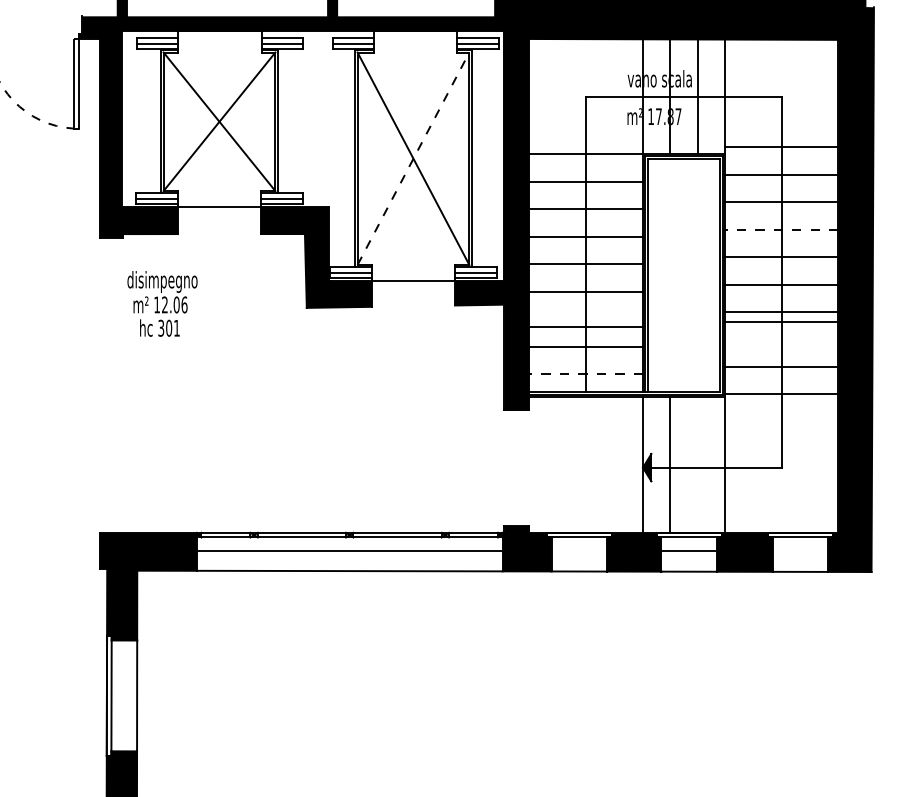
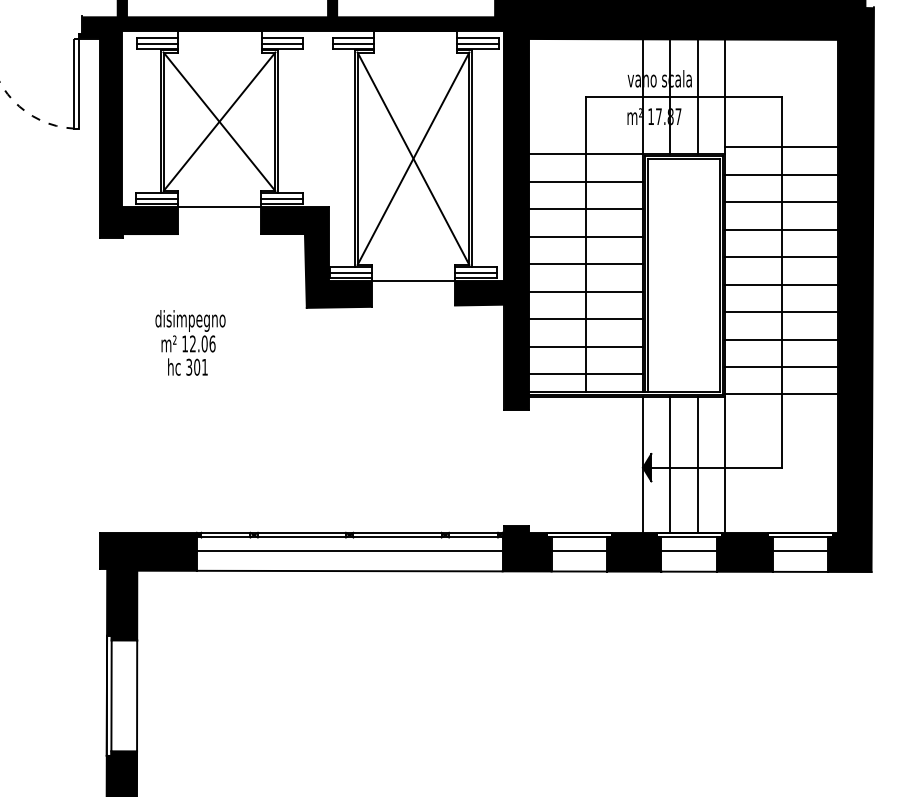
line at (413, 158): dashed -> solid
line at (781, 229): dashed -> solid
text at (162, 303) position: (162, 303) -> (190, 342)
line at (781, 321) position: (781, 321) -> (781, 339)
line at (586, 327) position: (586, 327) -> (586, 319)
line at (586, 374): dashed -> solid
line at (697, 464): none -> present
line at (578, 551): none -> present
line at (800, 551): none -> present
